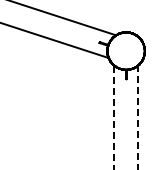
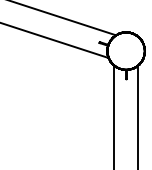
line at (114, 117): dashed -> solid
line at (138, 117): dashed -> solid
